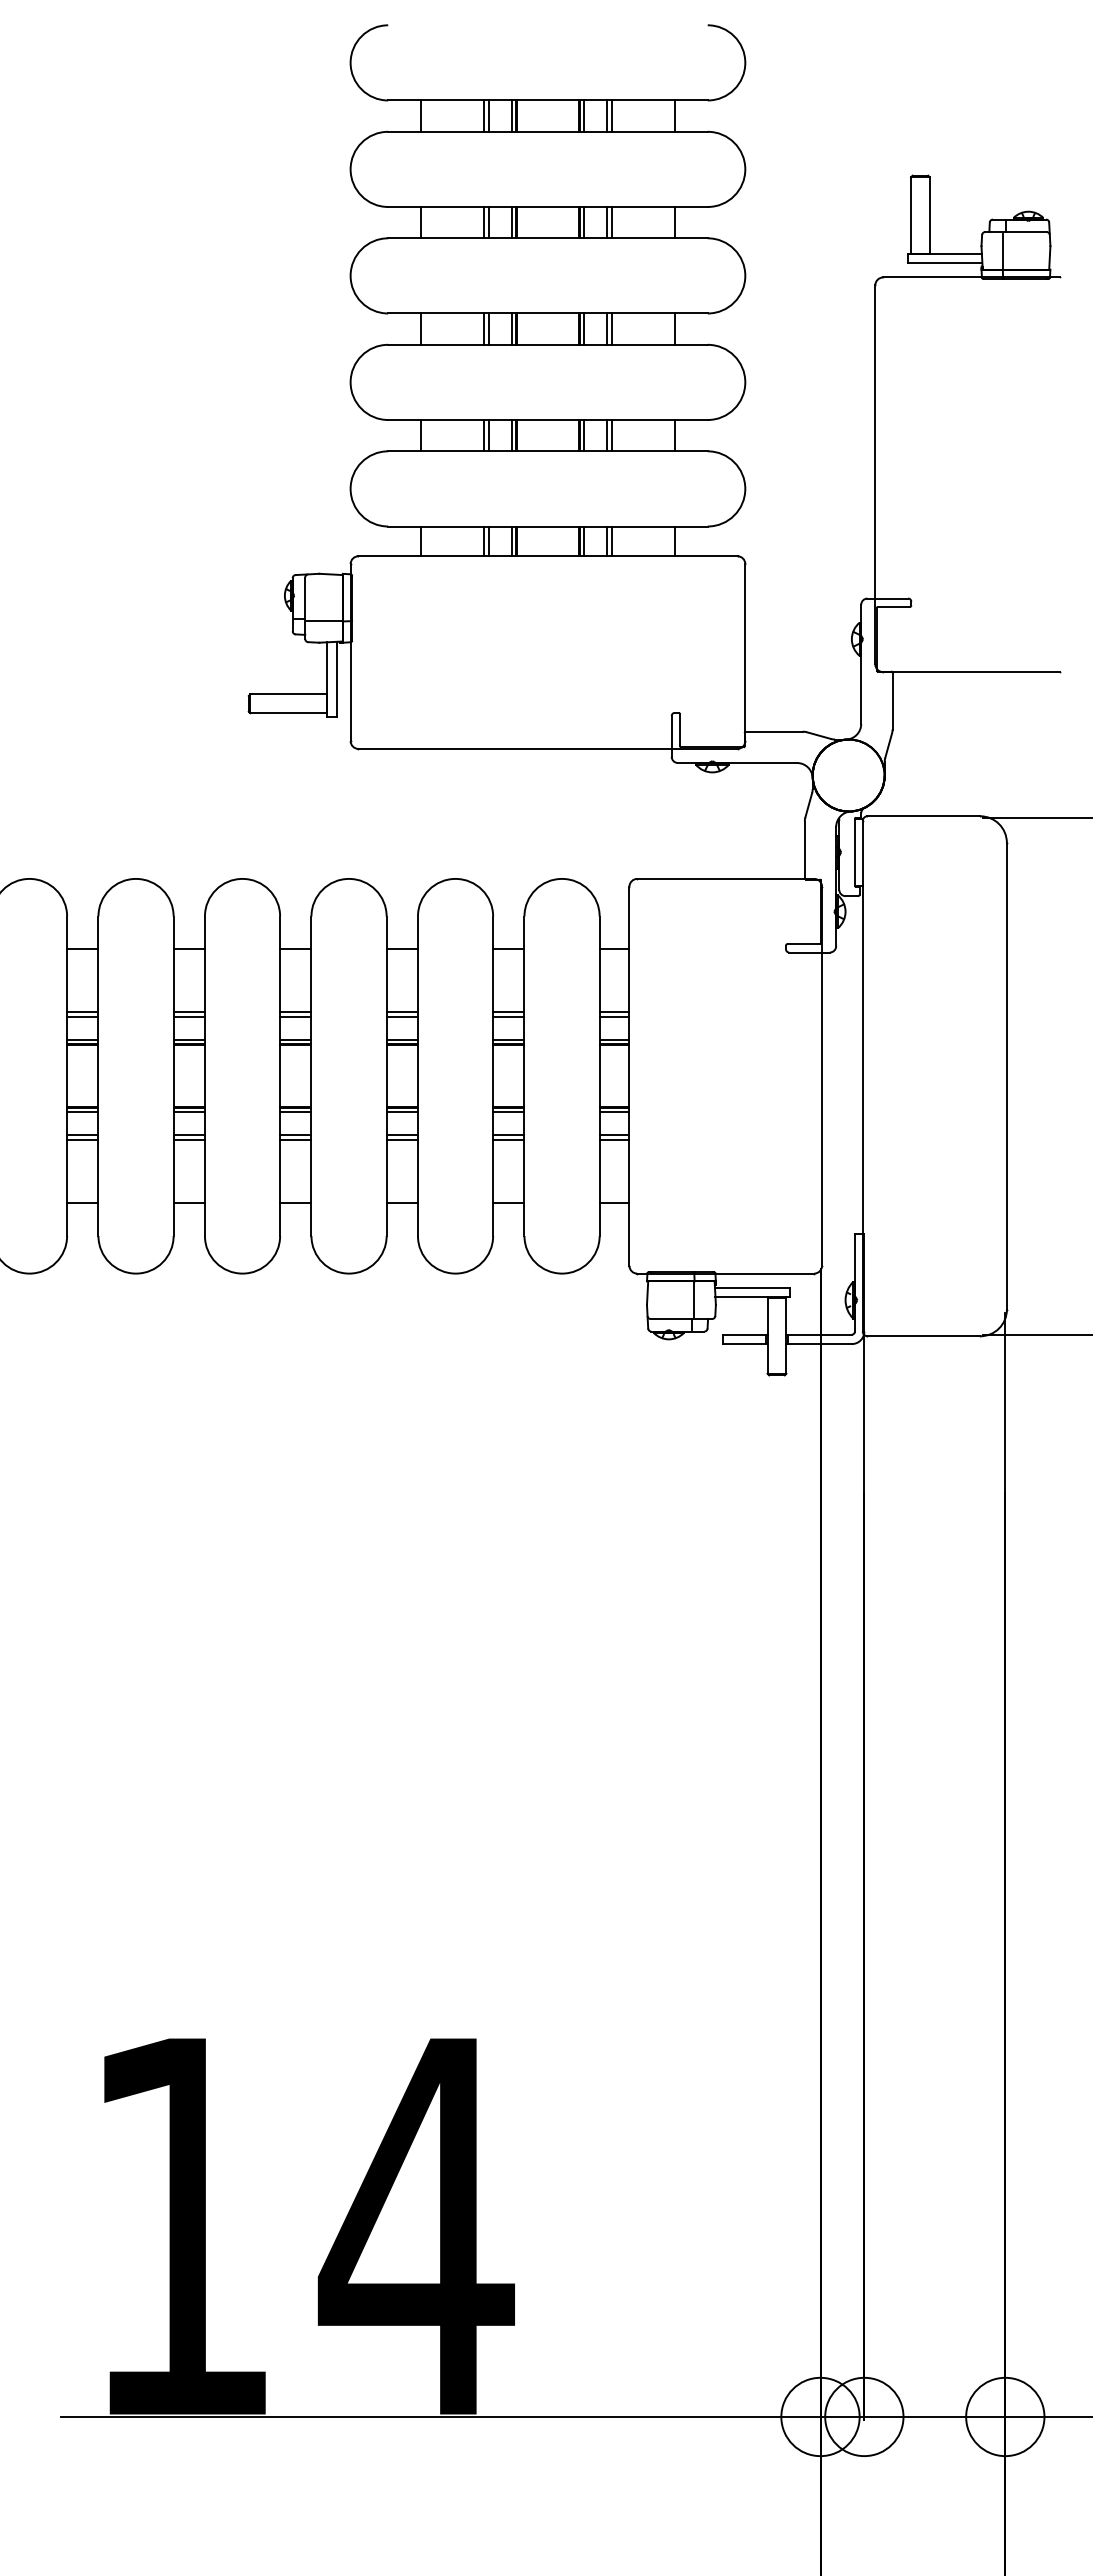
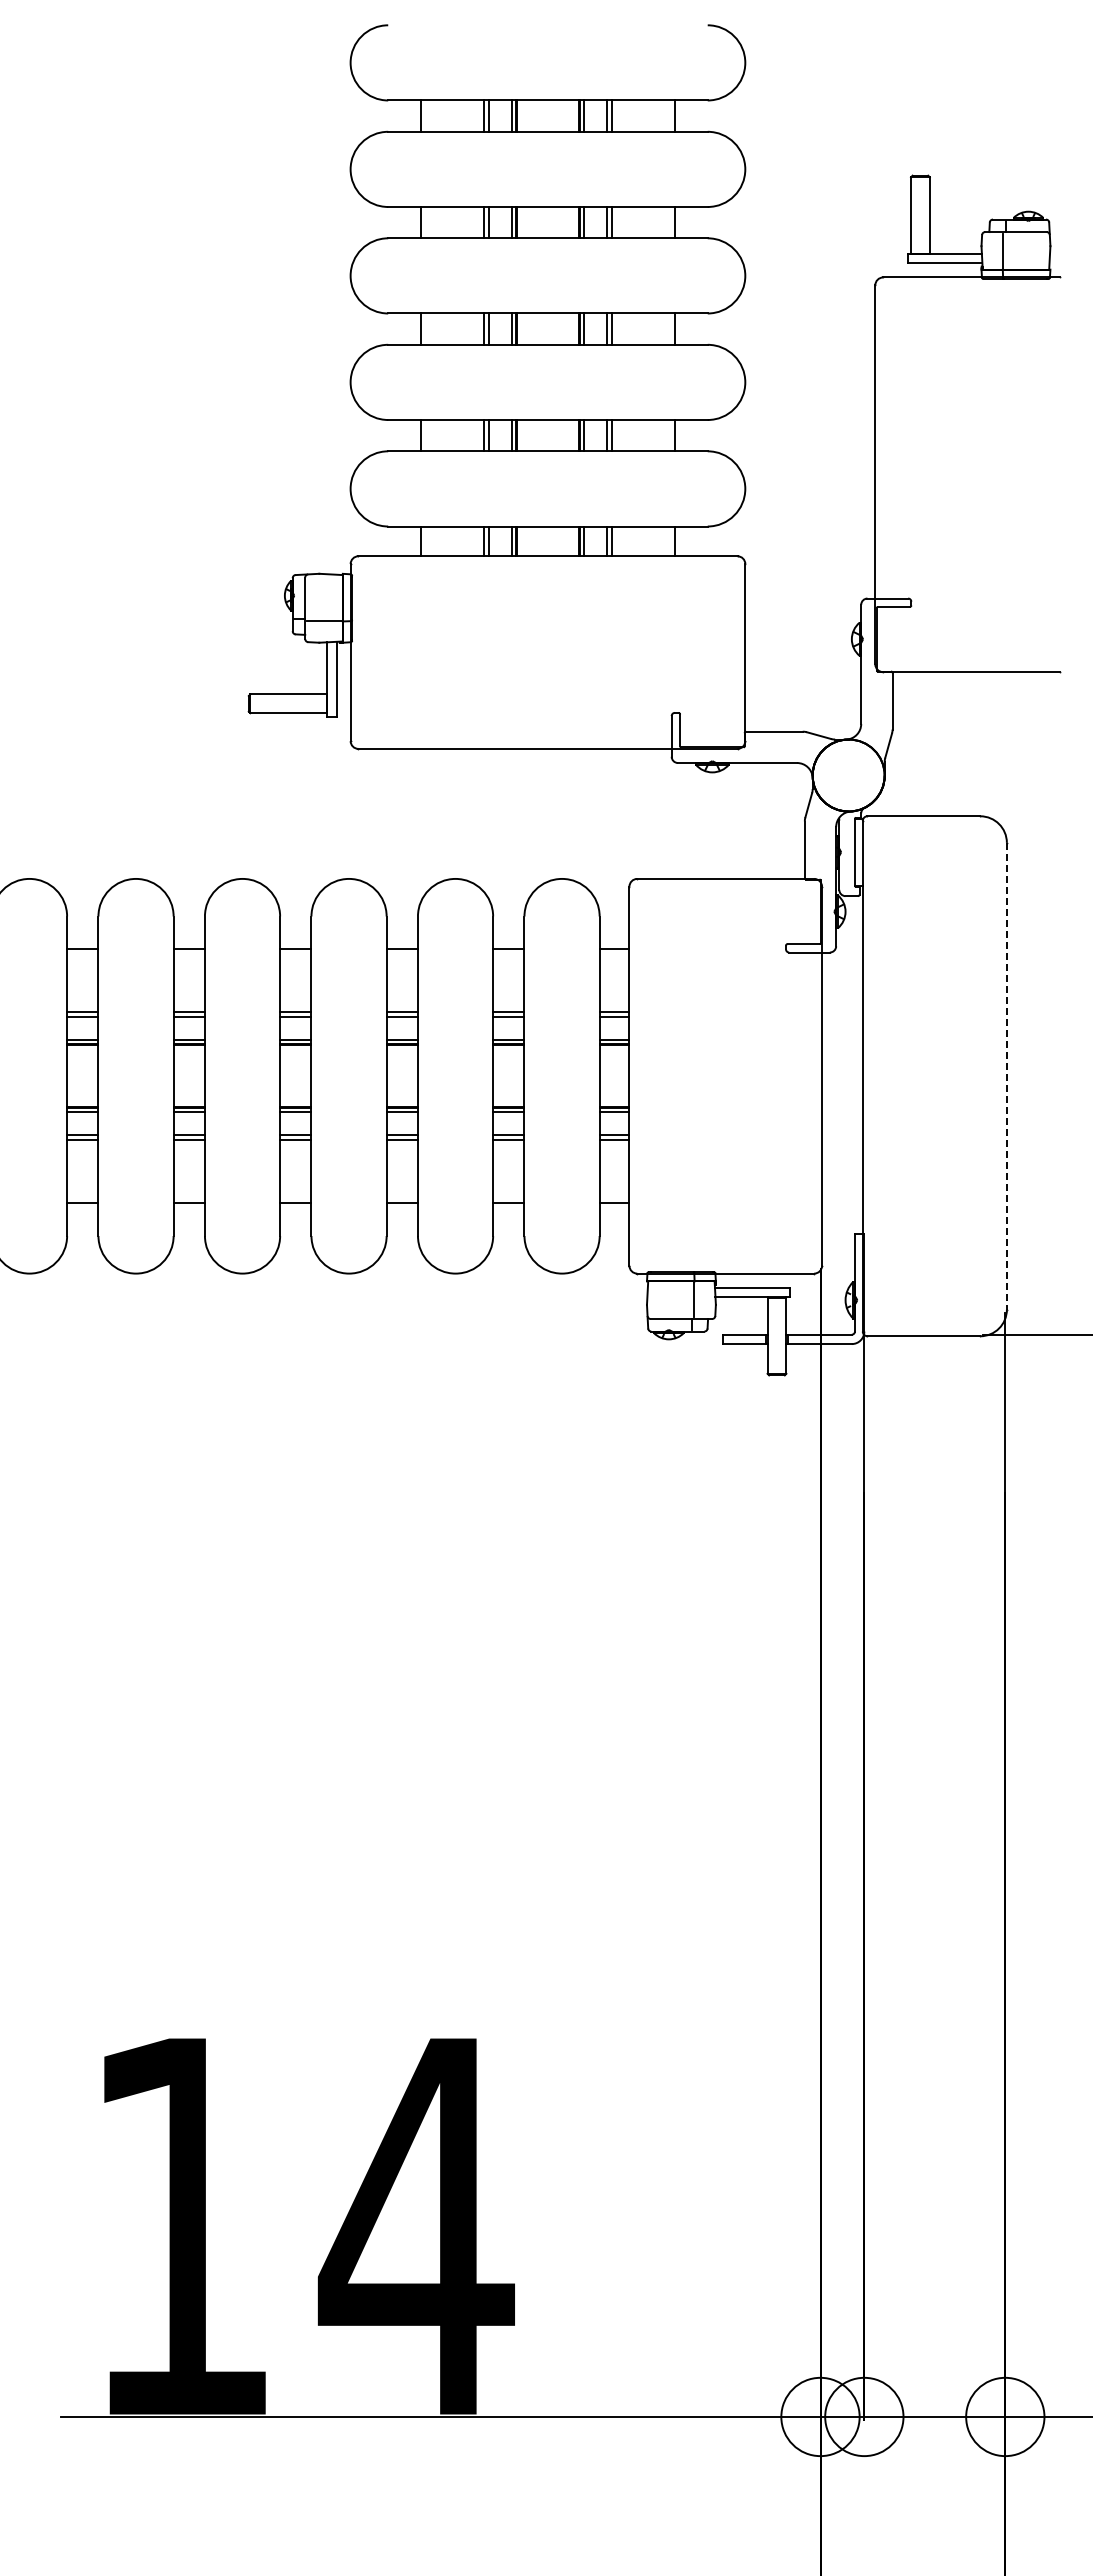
line at (1036, 817): present -> none
line at (1006, 1076): solid -> dashed
